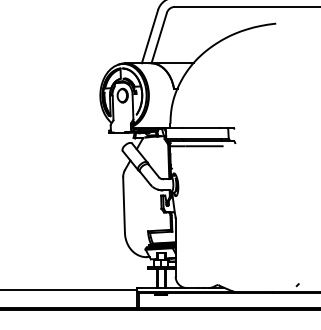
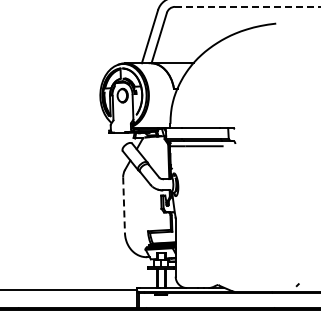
line at (247, 6): solid -> dashed
line at (124, 205): solid -> dashed
